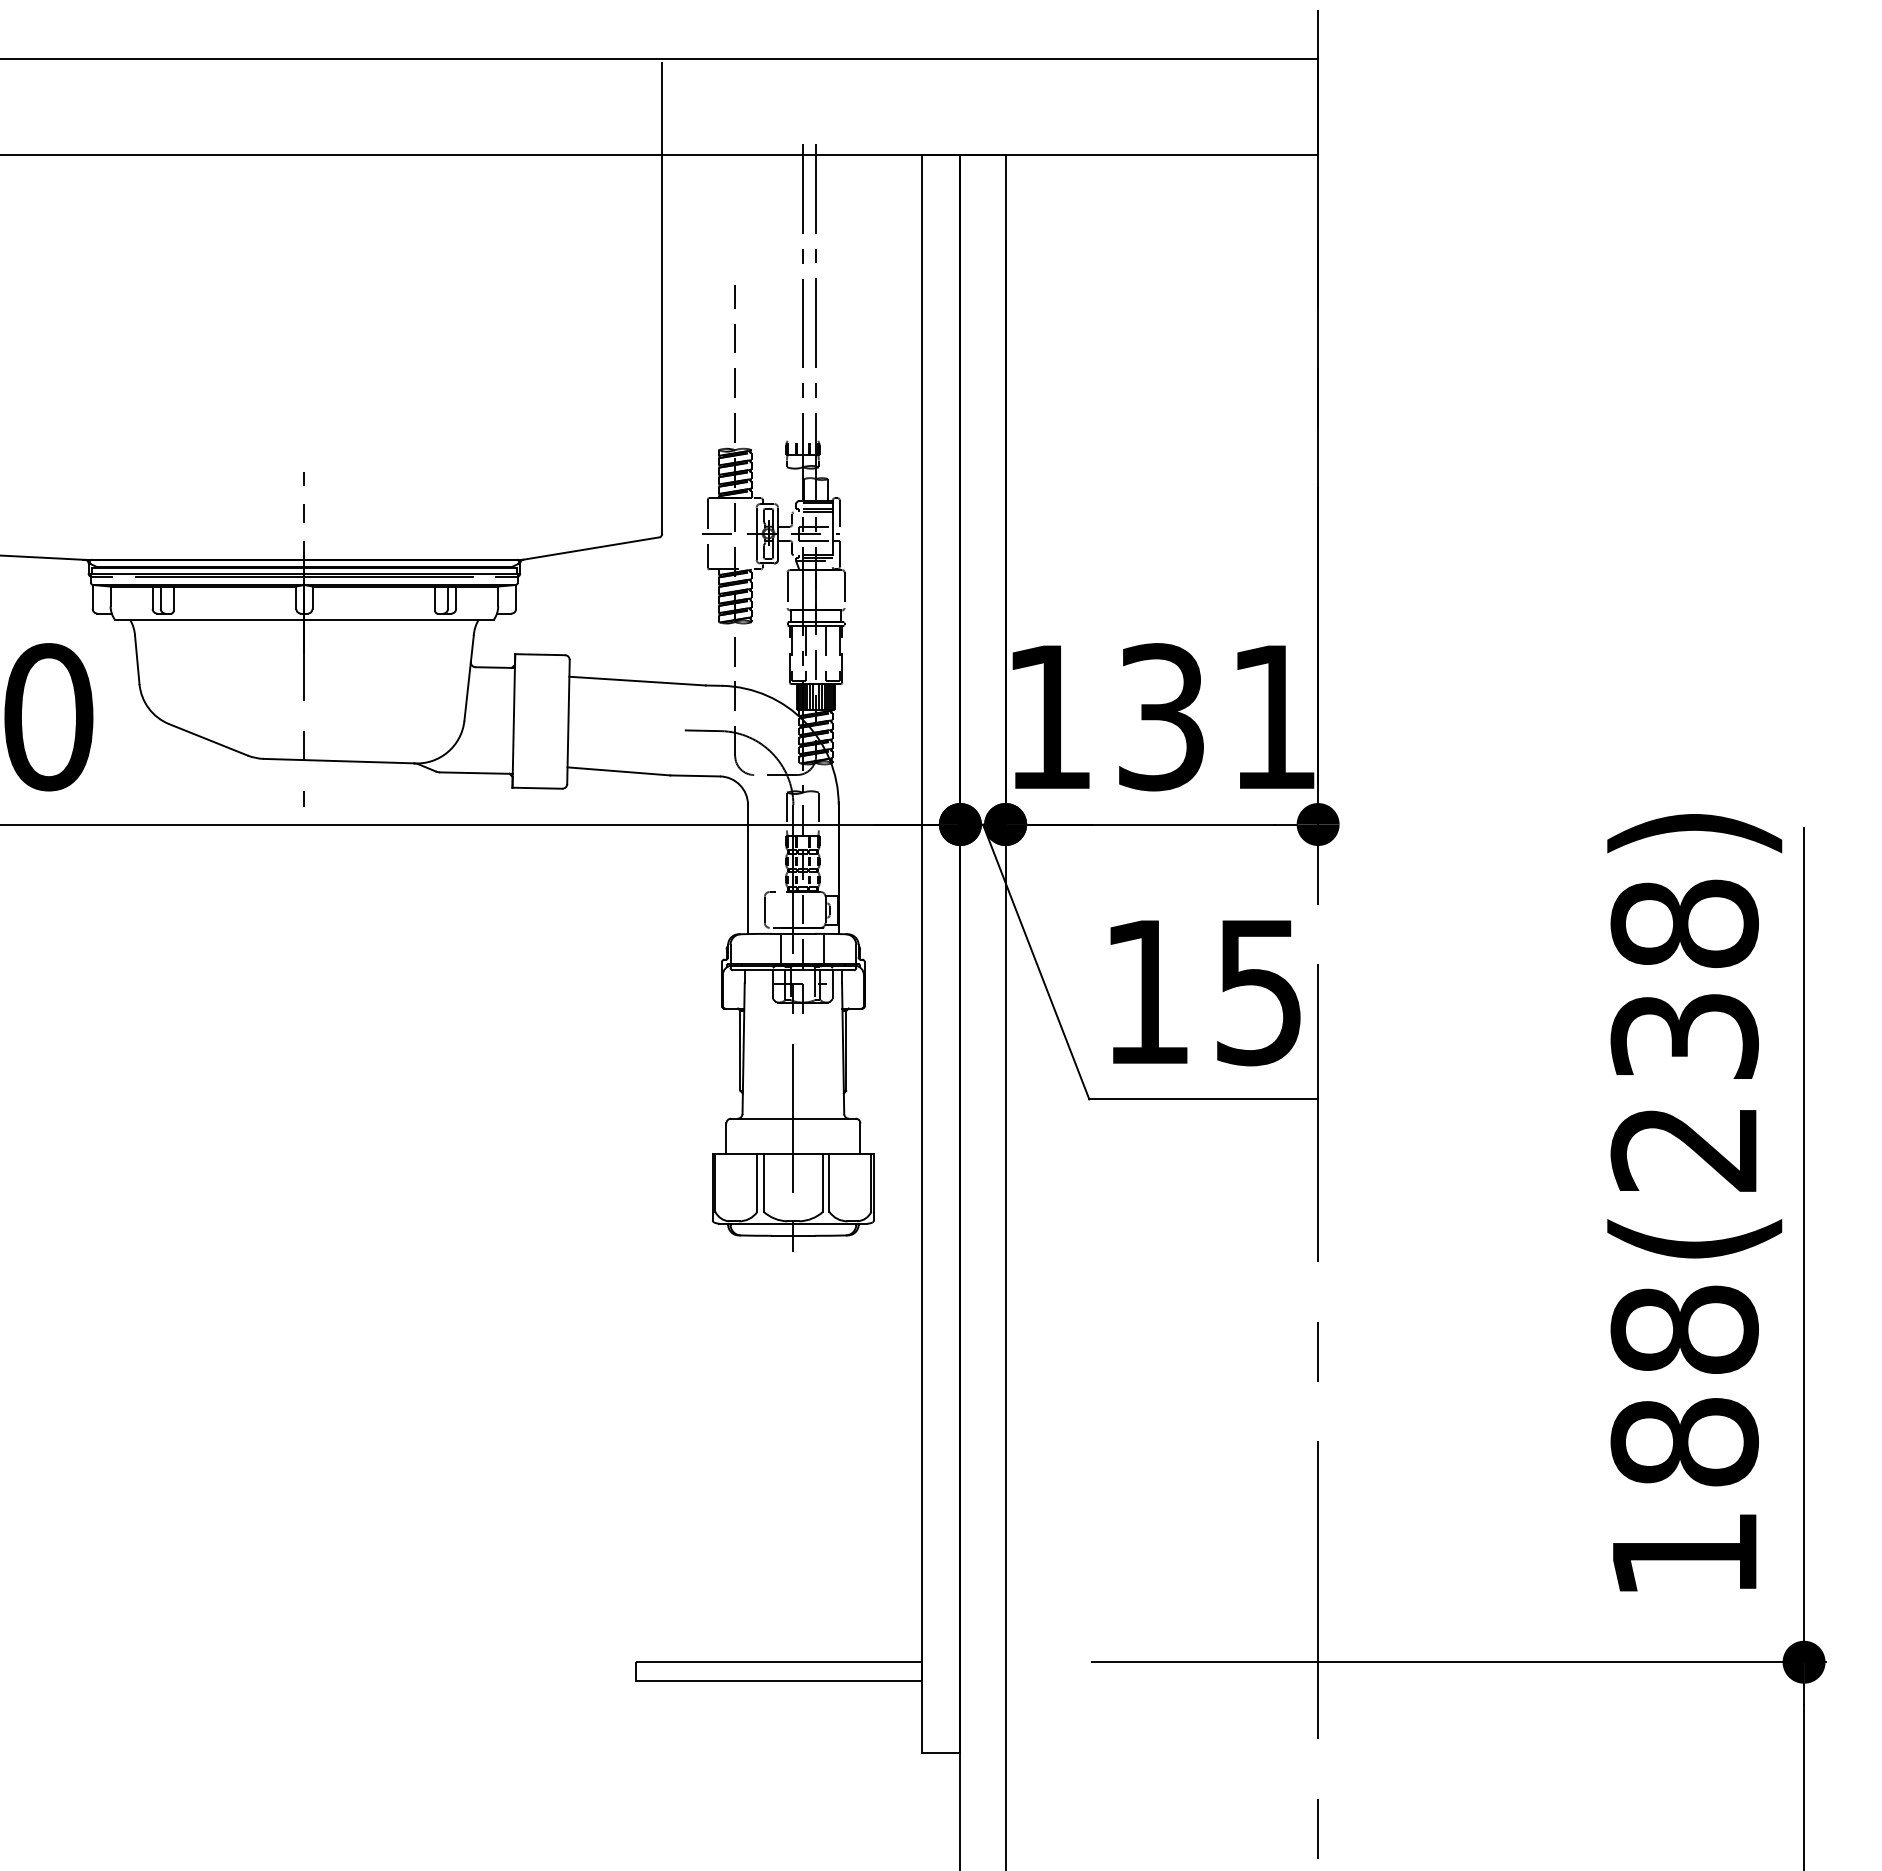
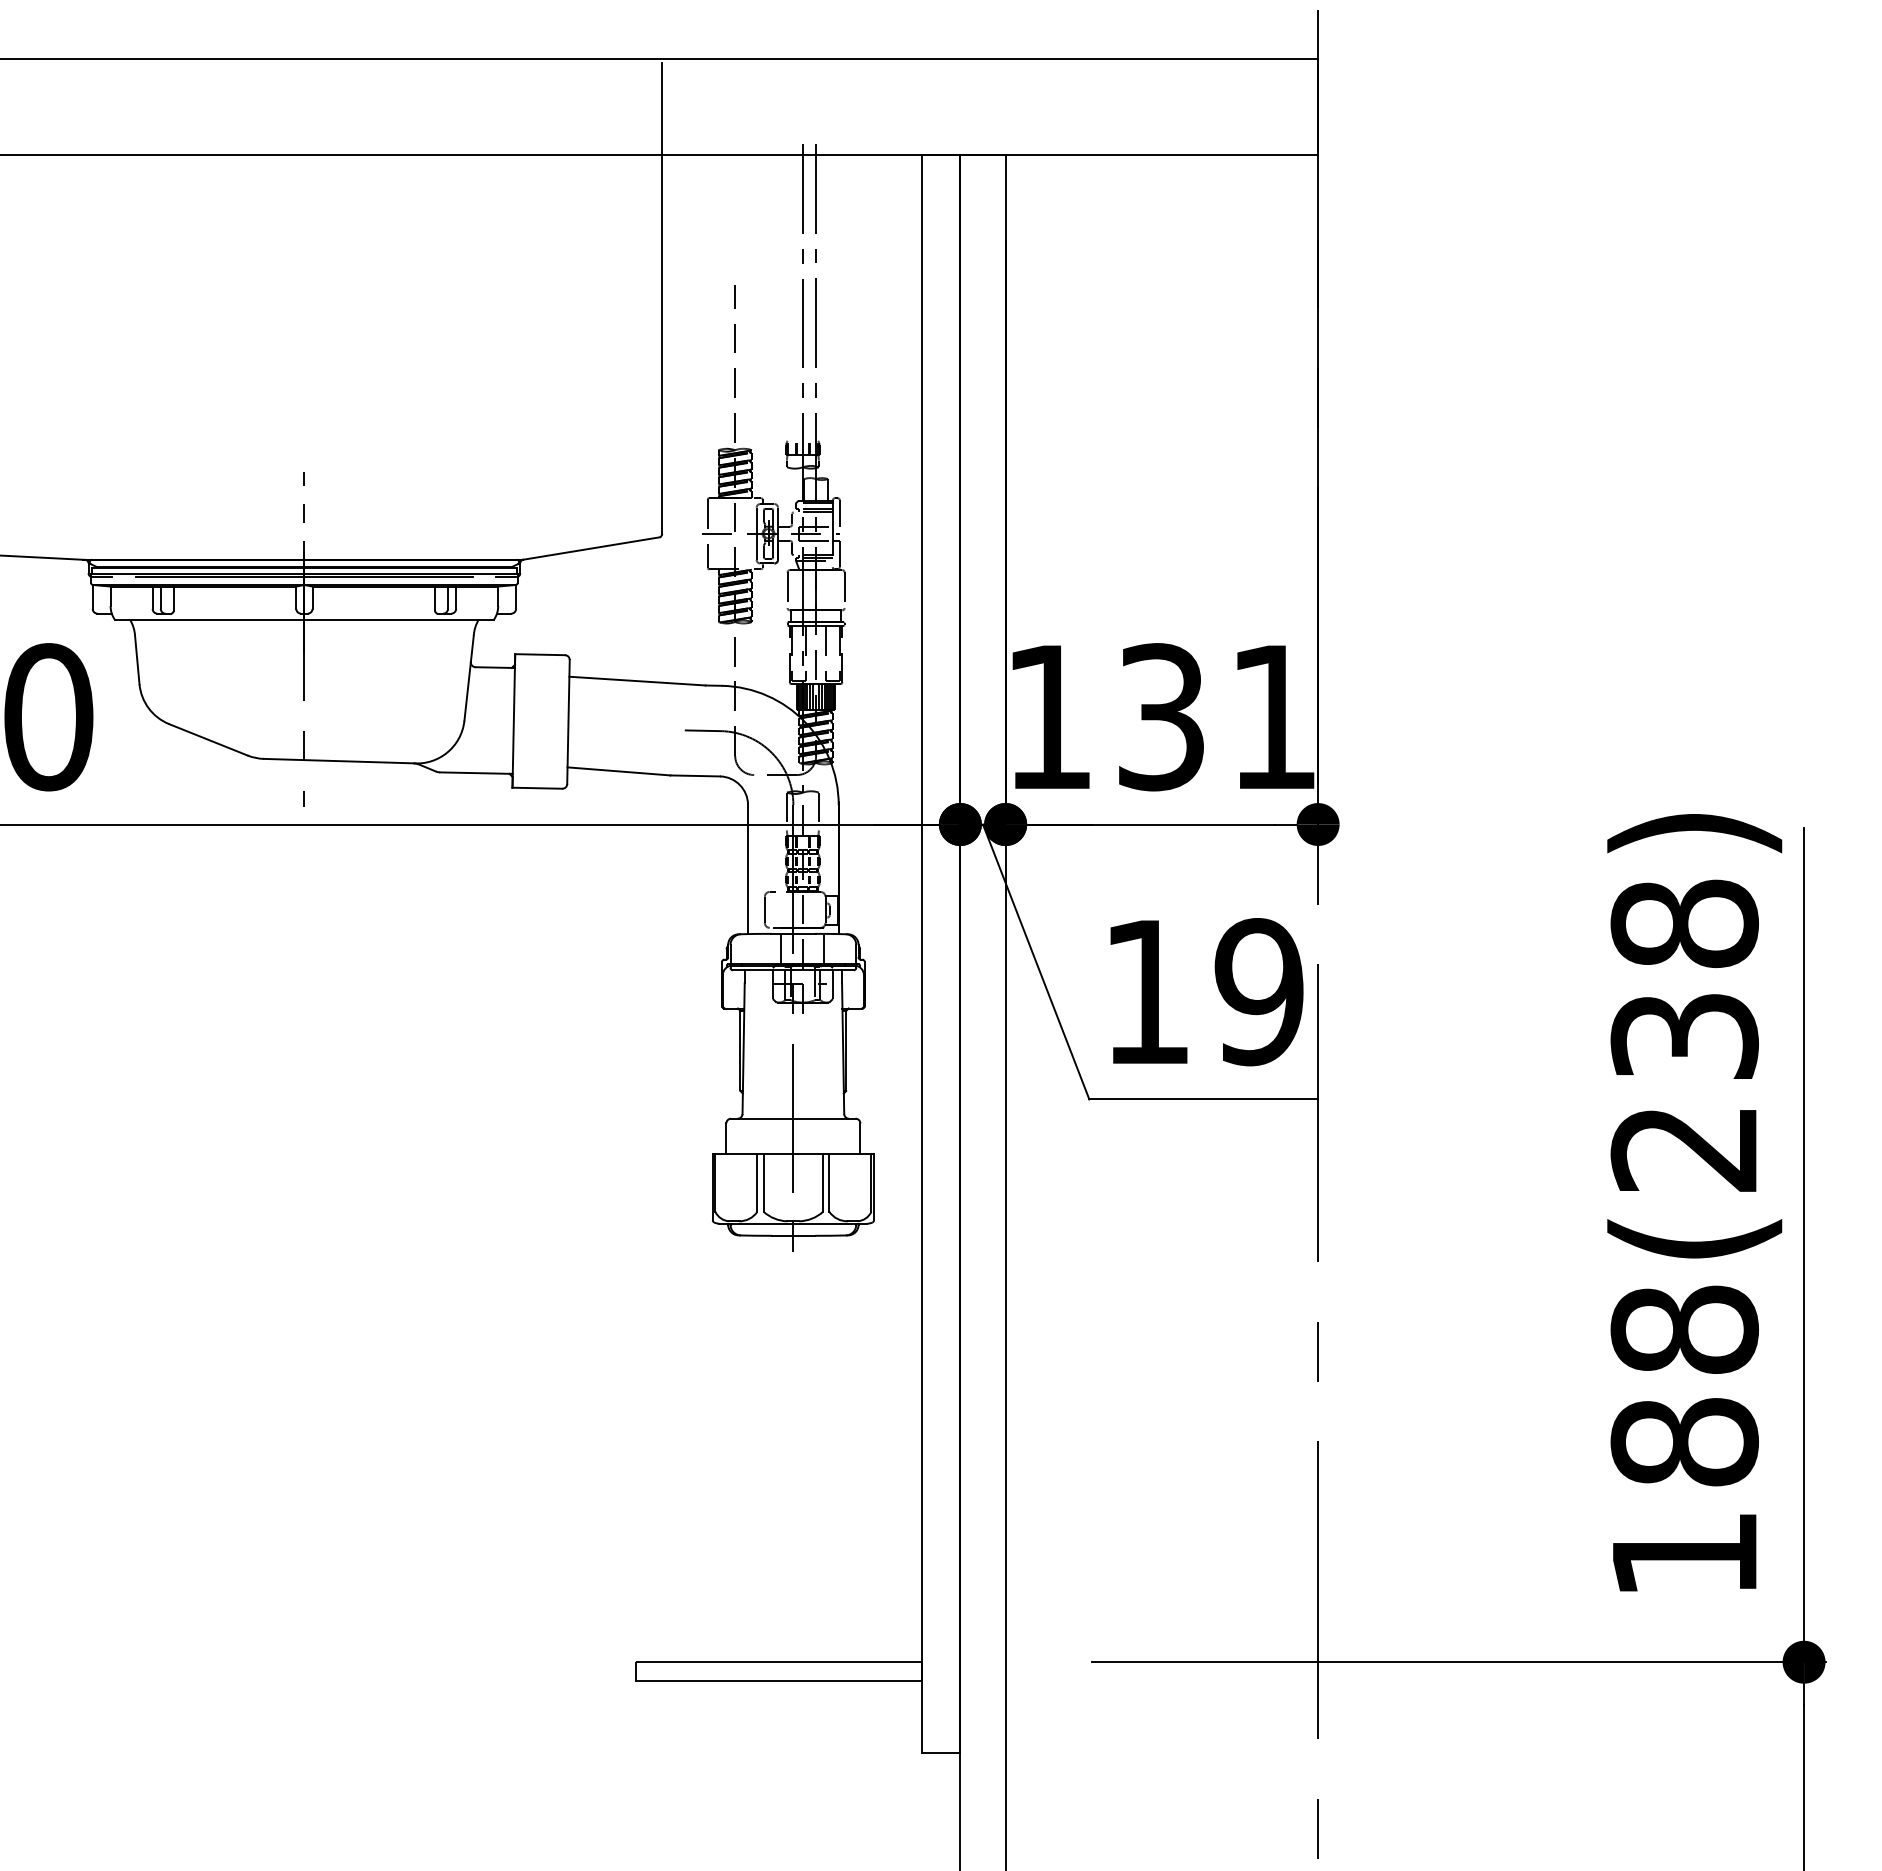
text at (1258, 992): 15 -> 19
